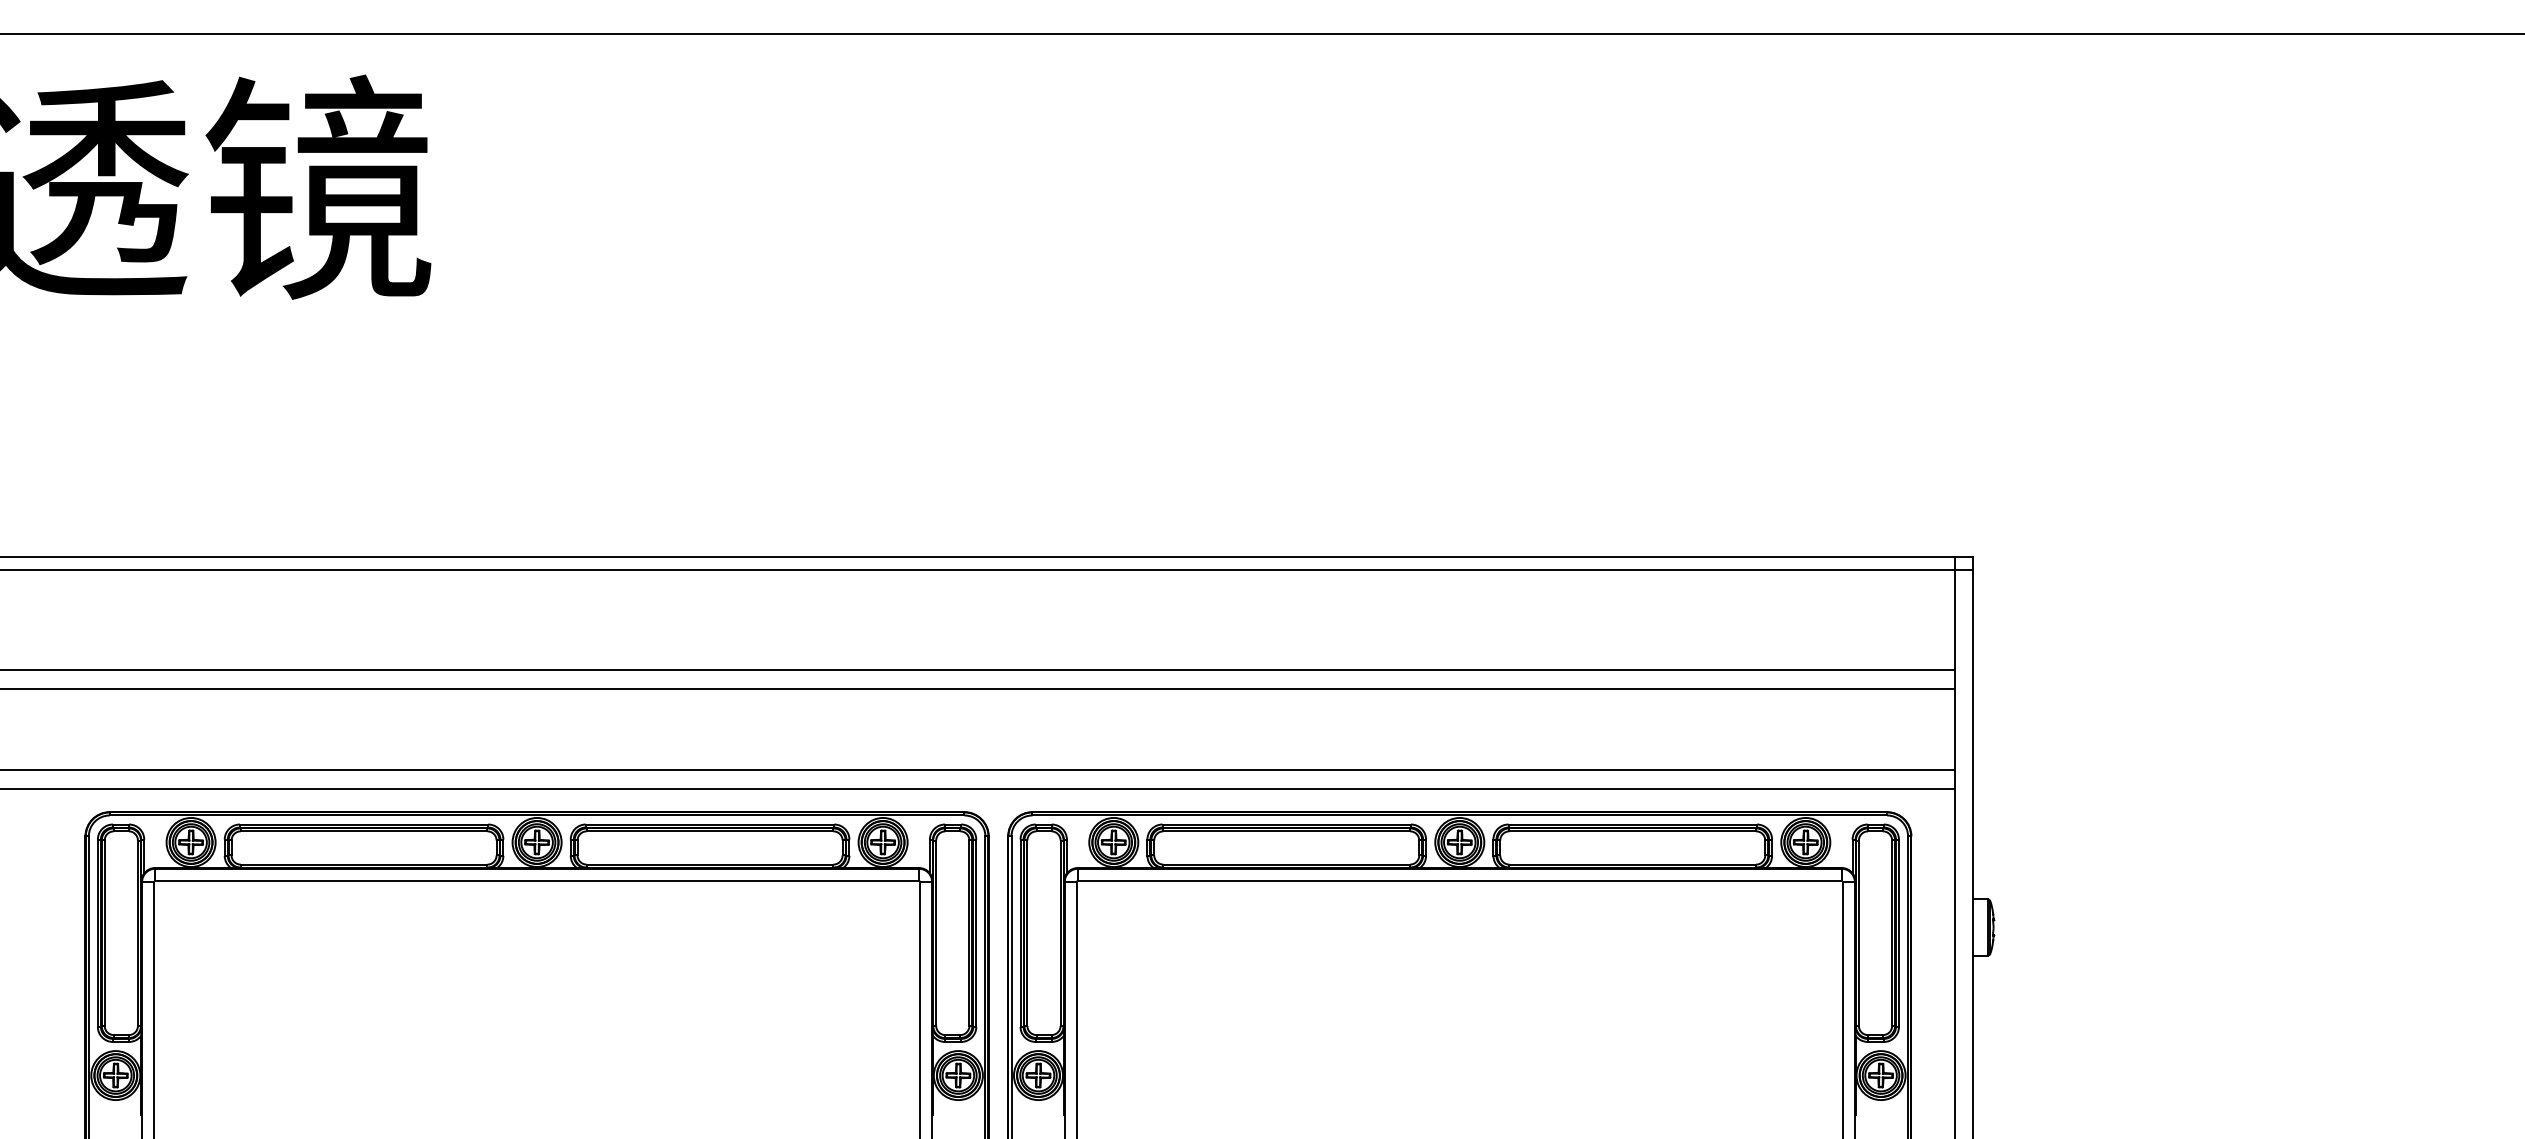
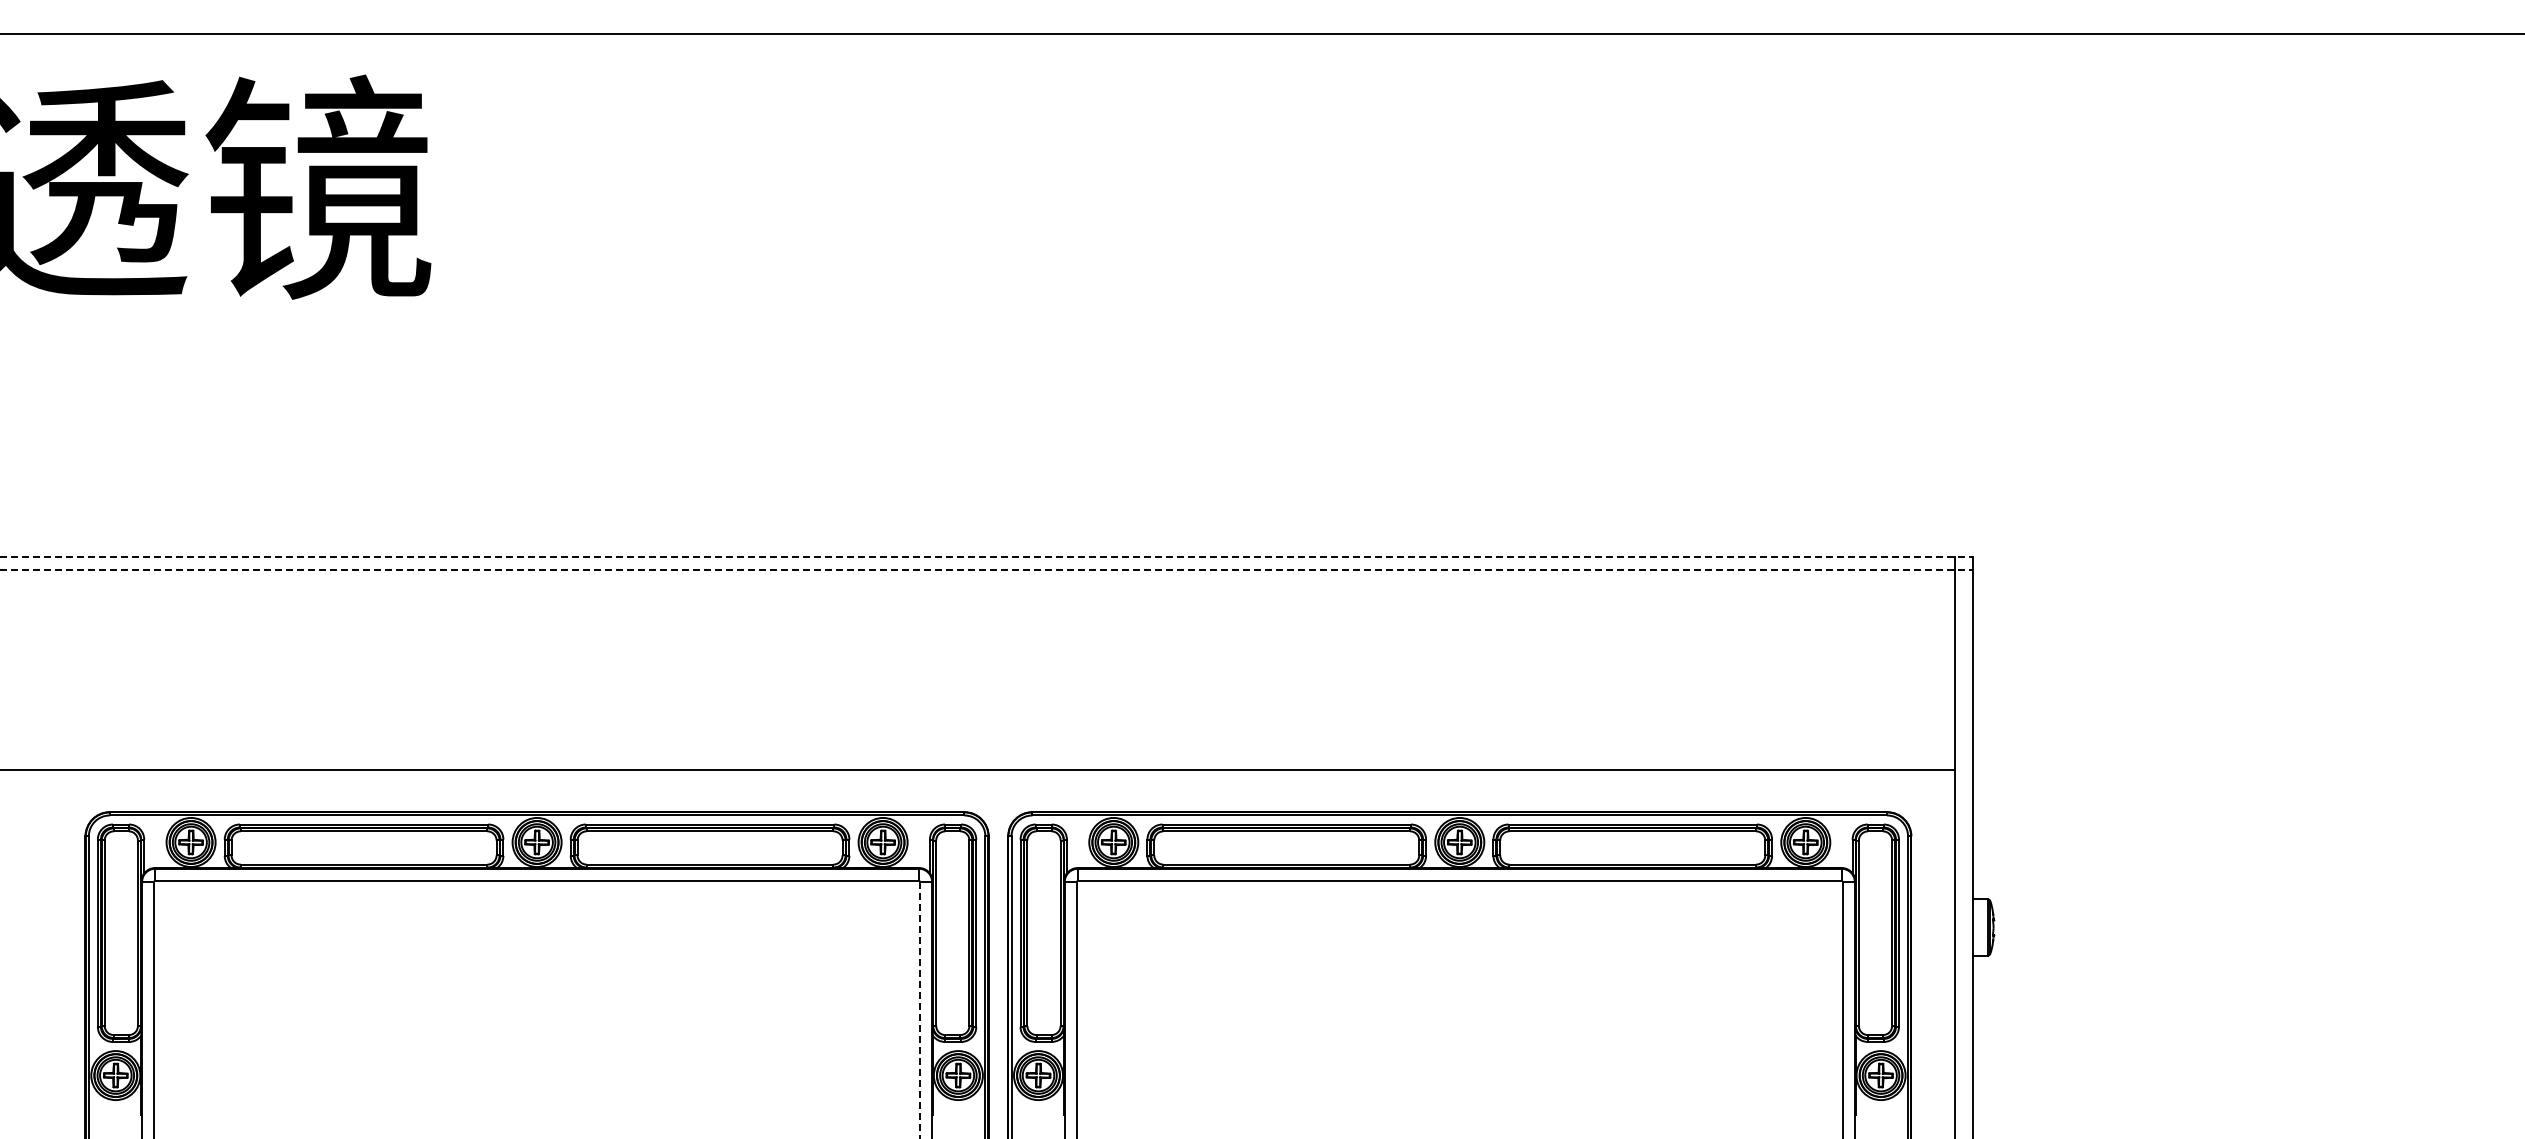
line at (987, 557): solid -> dashed
line at (987, 569): solid -> dashed
line at (978, 670): present -> none
line at (978, 689): present -> none
line at (978, 788): present -> none
line at (919, 1010): solid -> dashed
